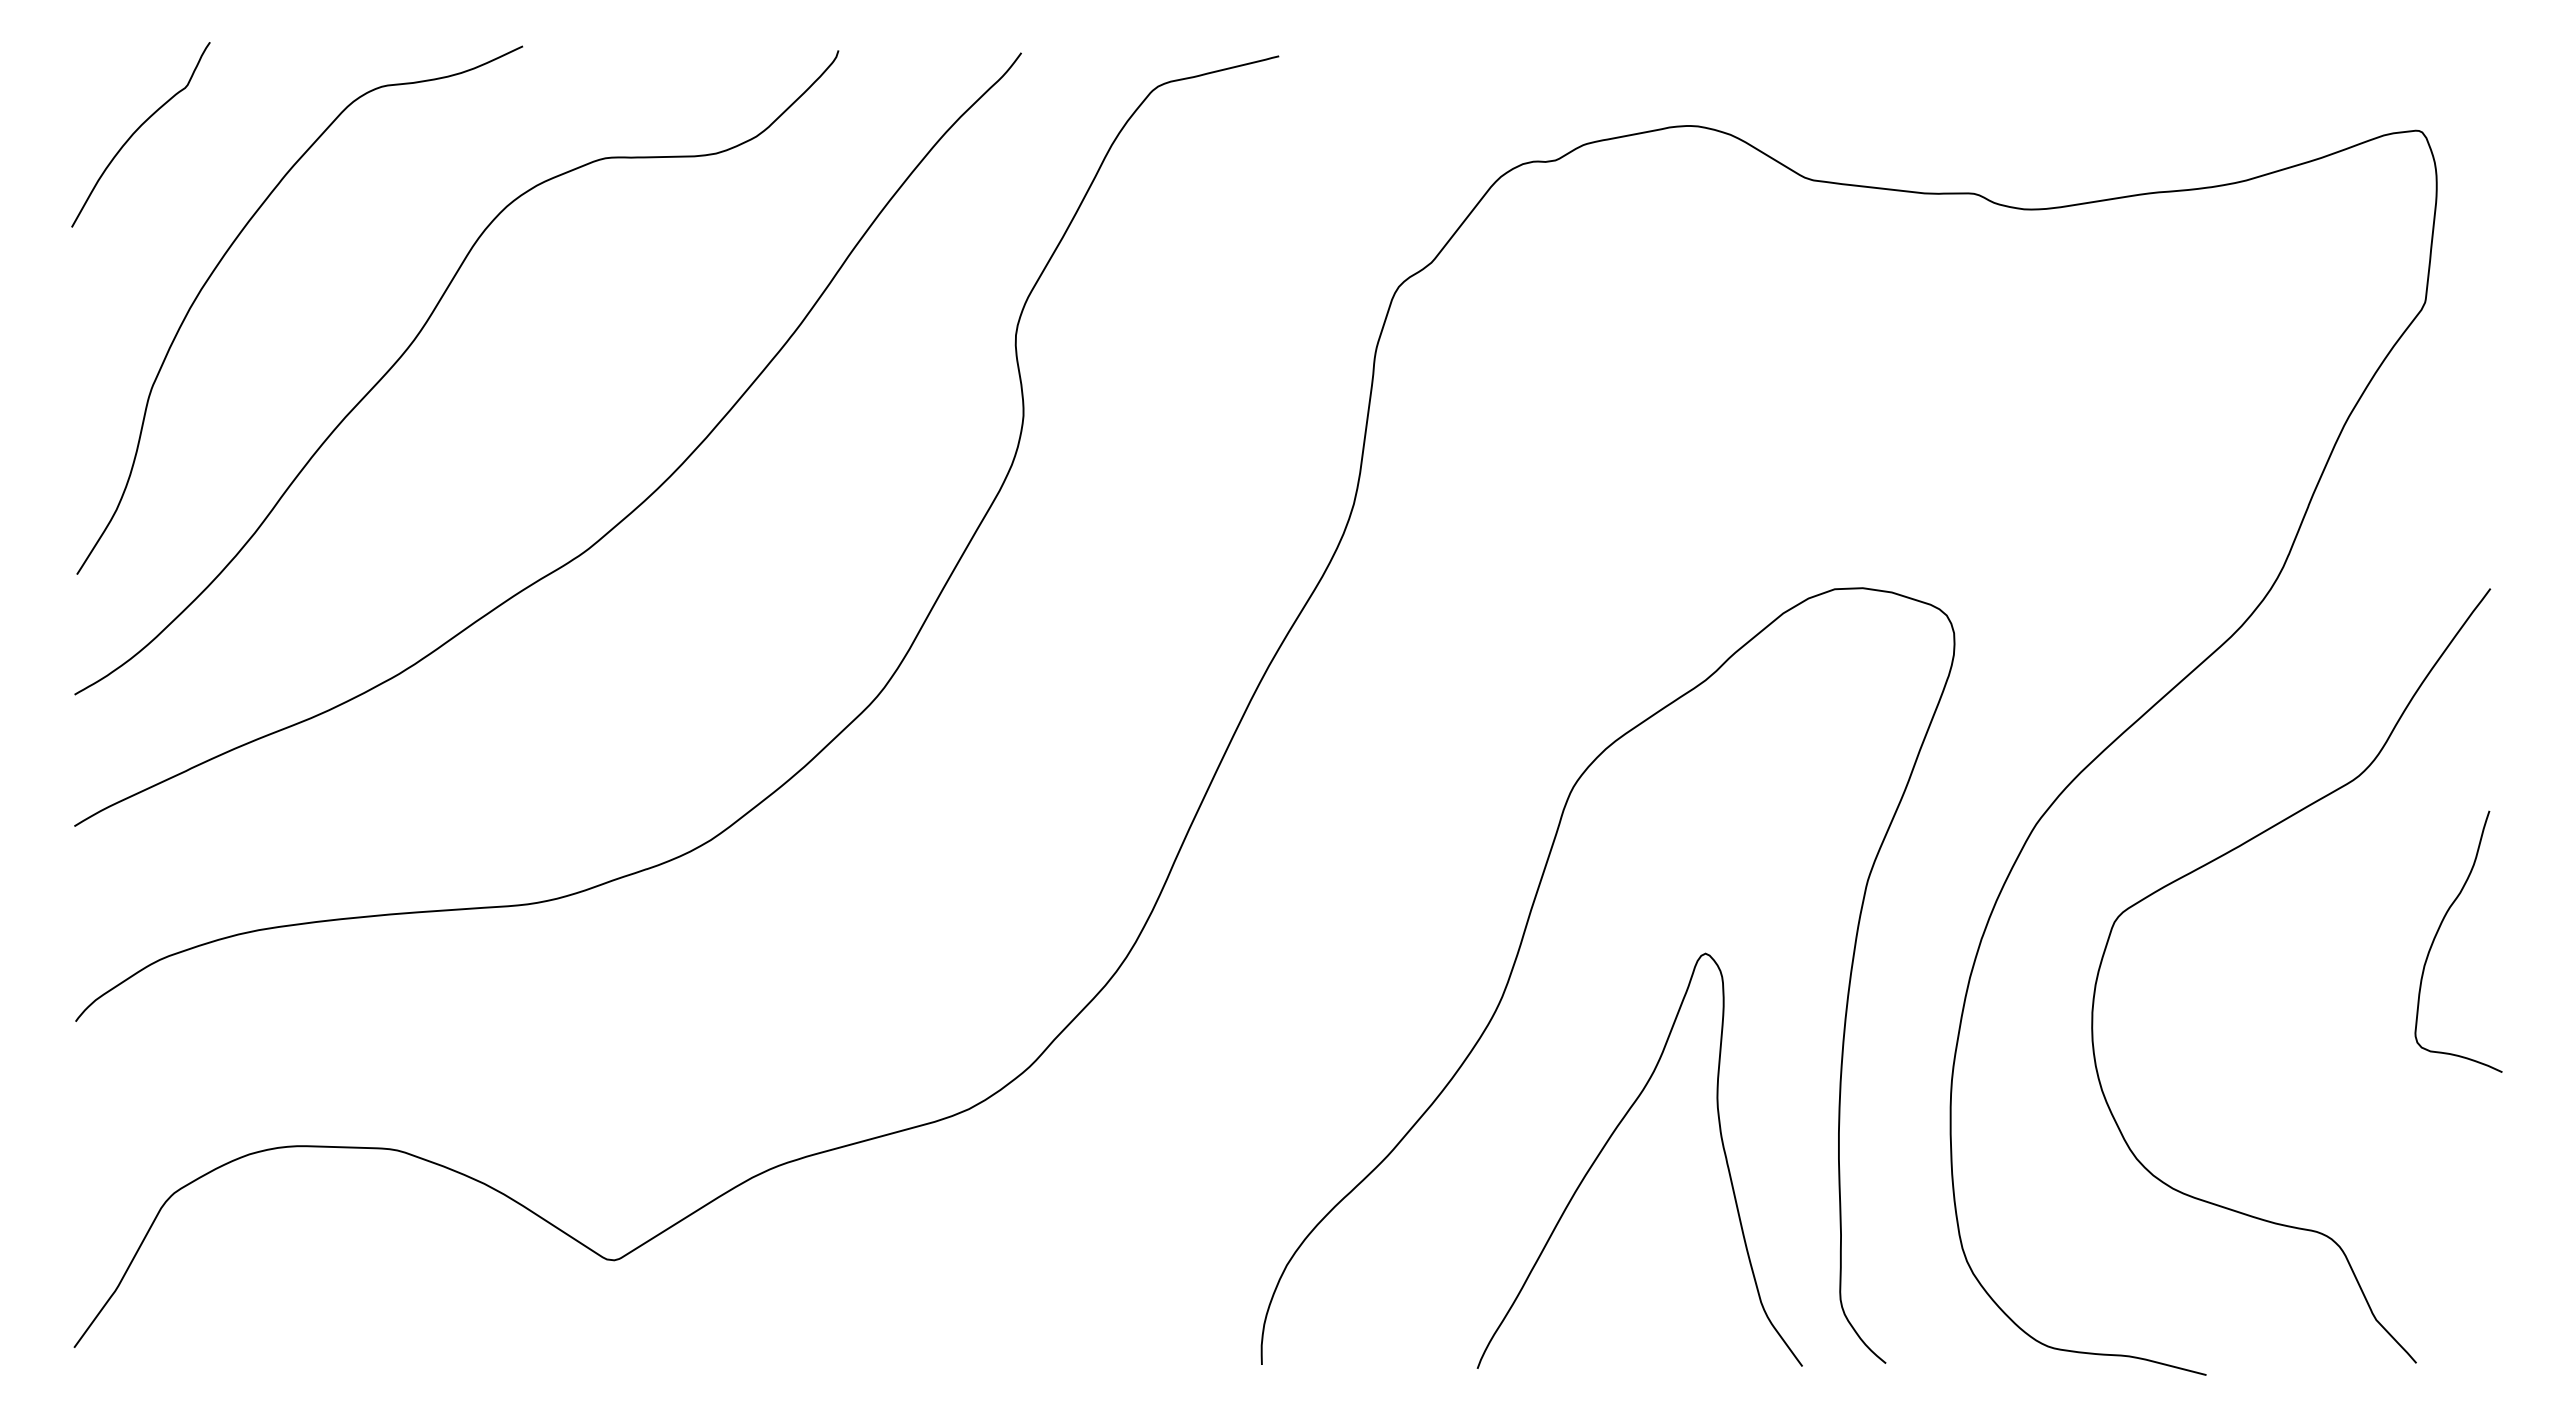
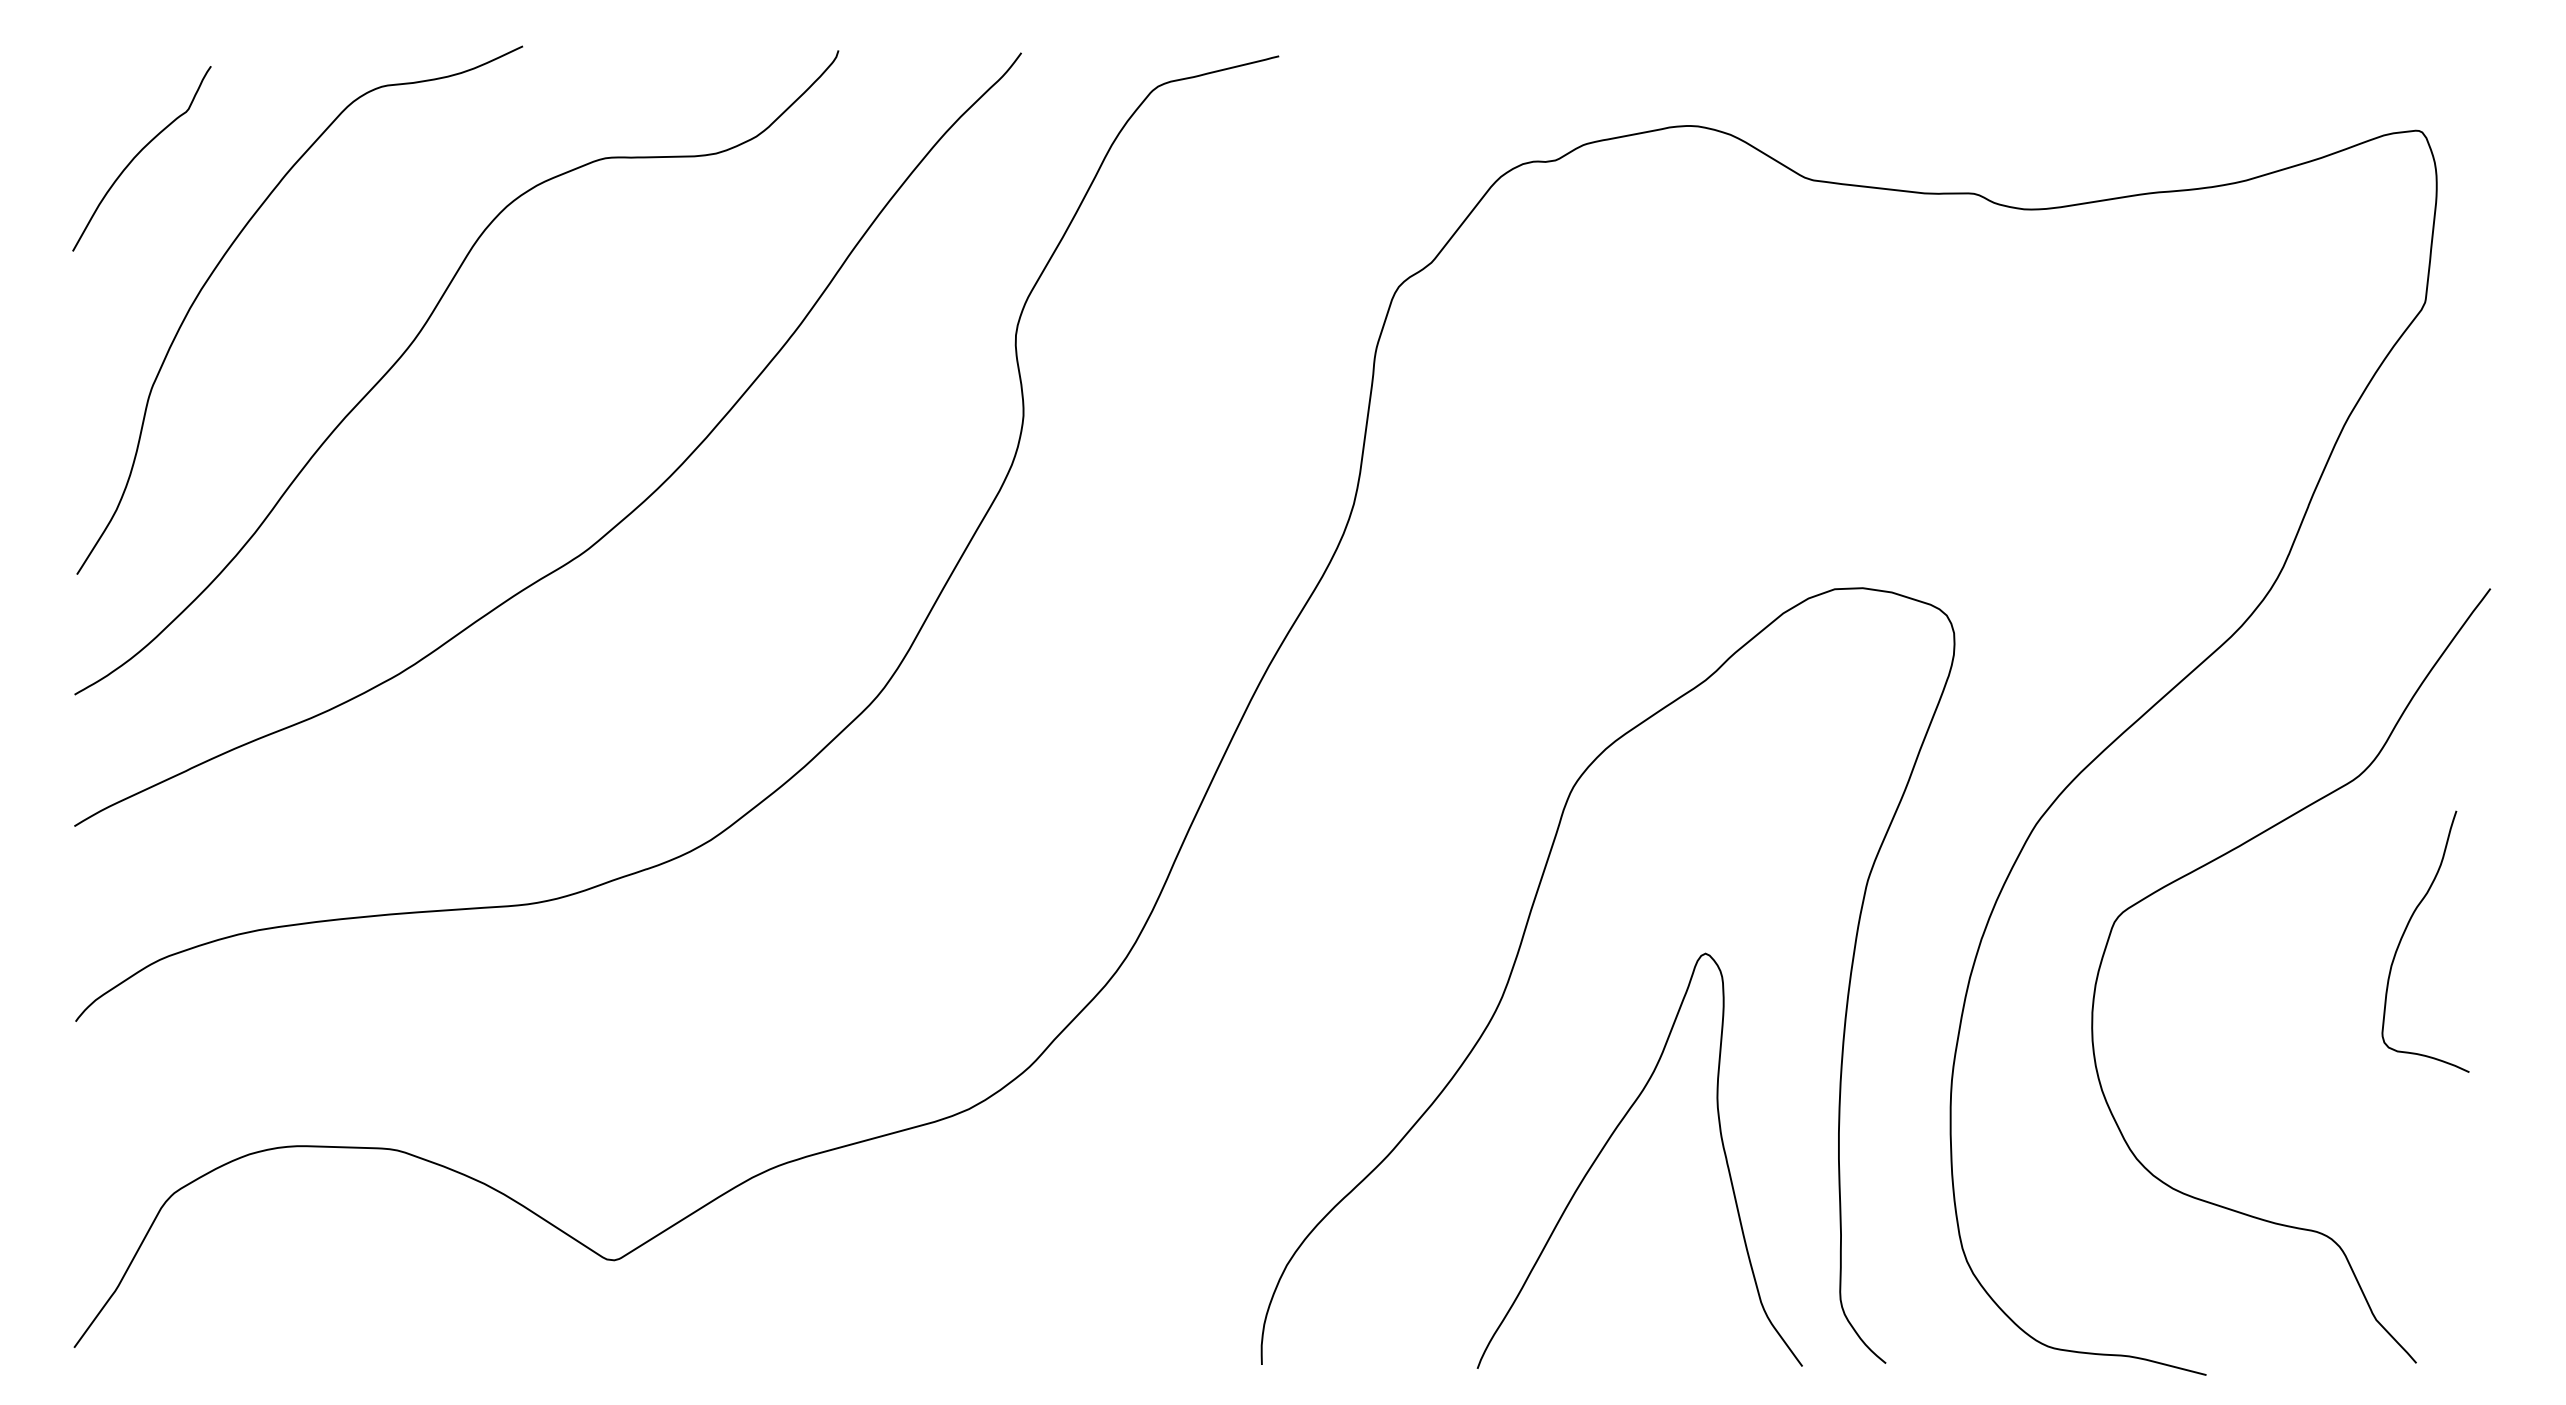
curve at (137, 130) position: (137, 130) -> (138, 154)
curve at (2438, 932) position: (2438, 932) -> (2405, 932)
